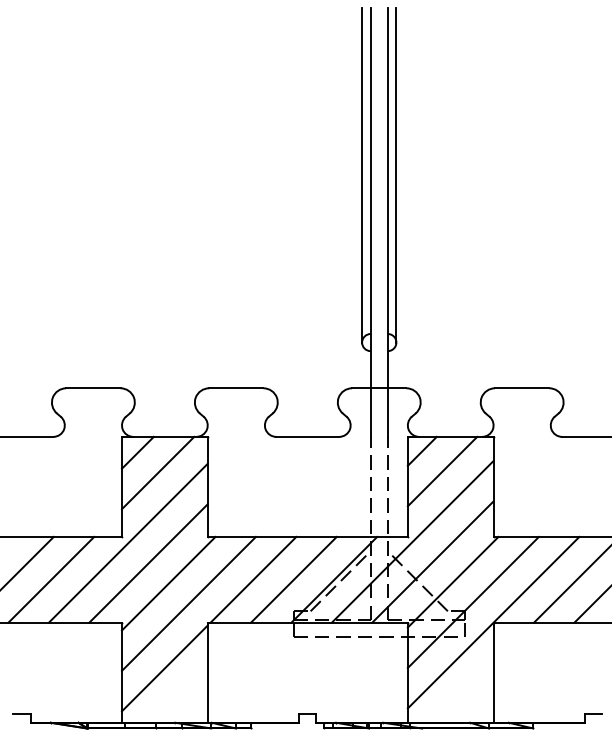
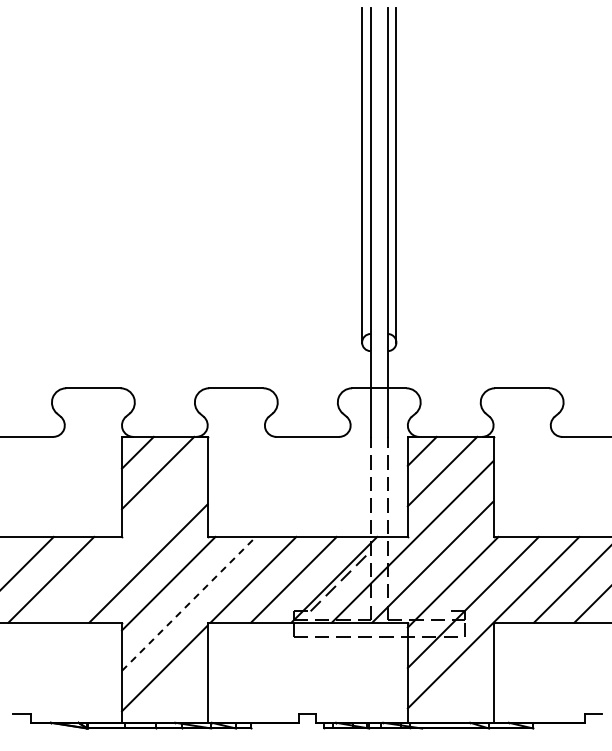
line at (127, 542): present -> none
line at (417, 581): present -> none
line at (188, 603): solid -> dashed
